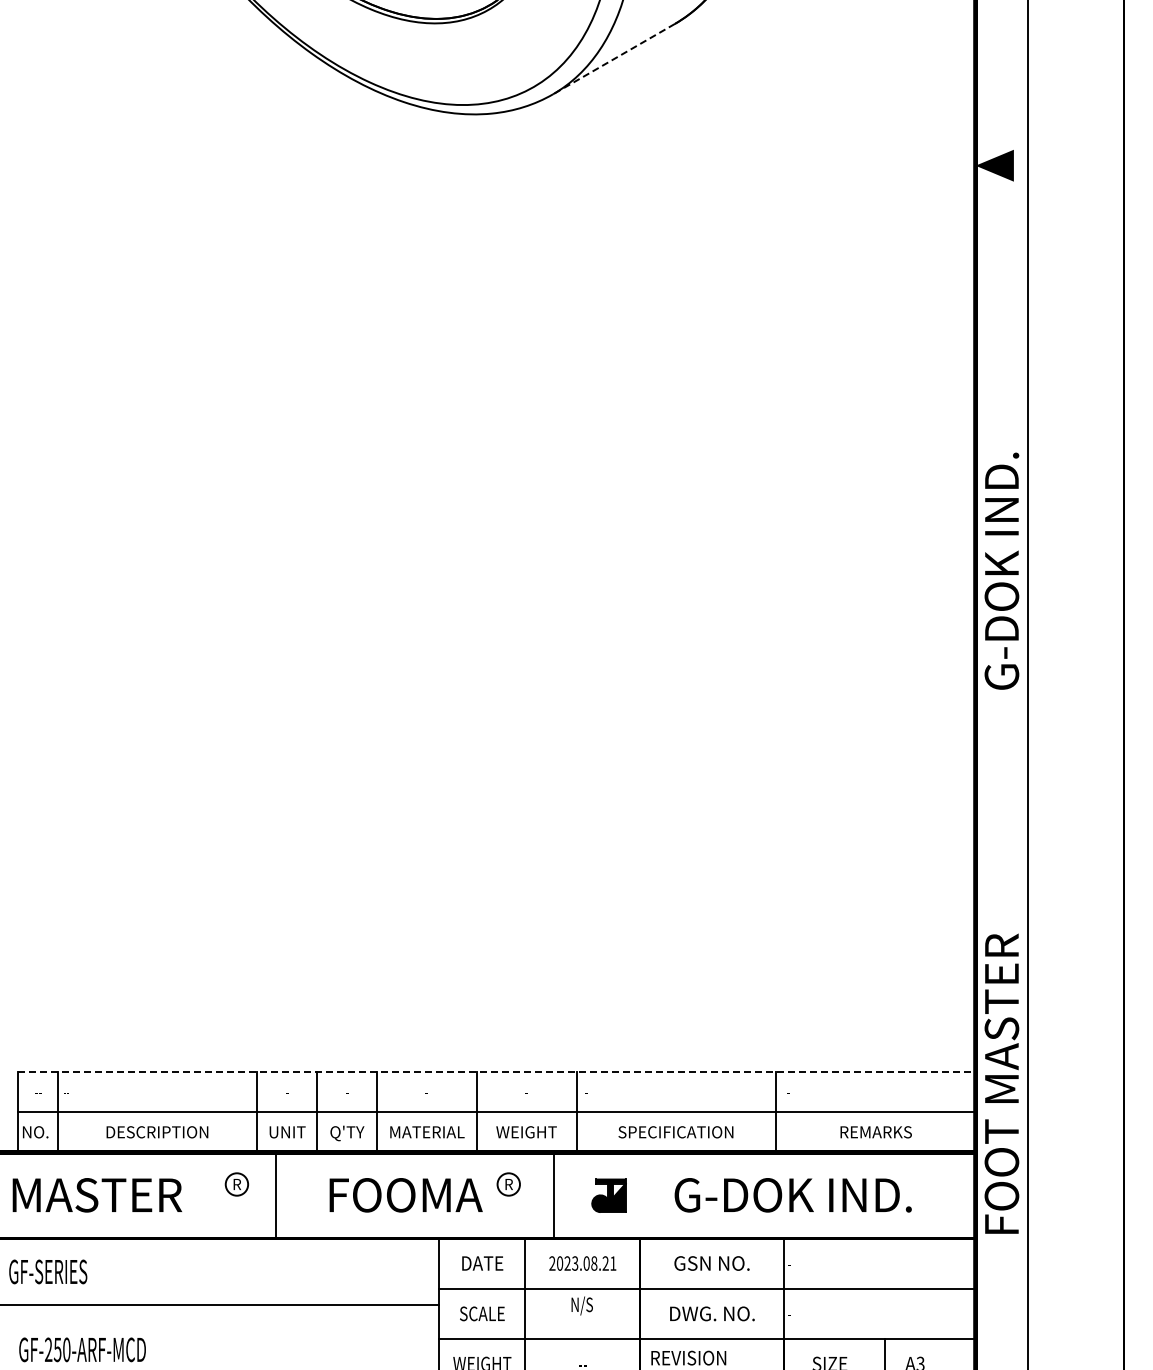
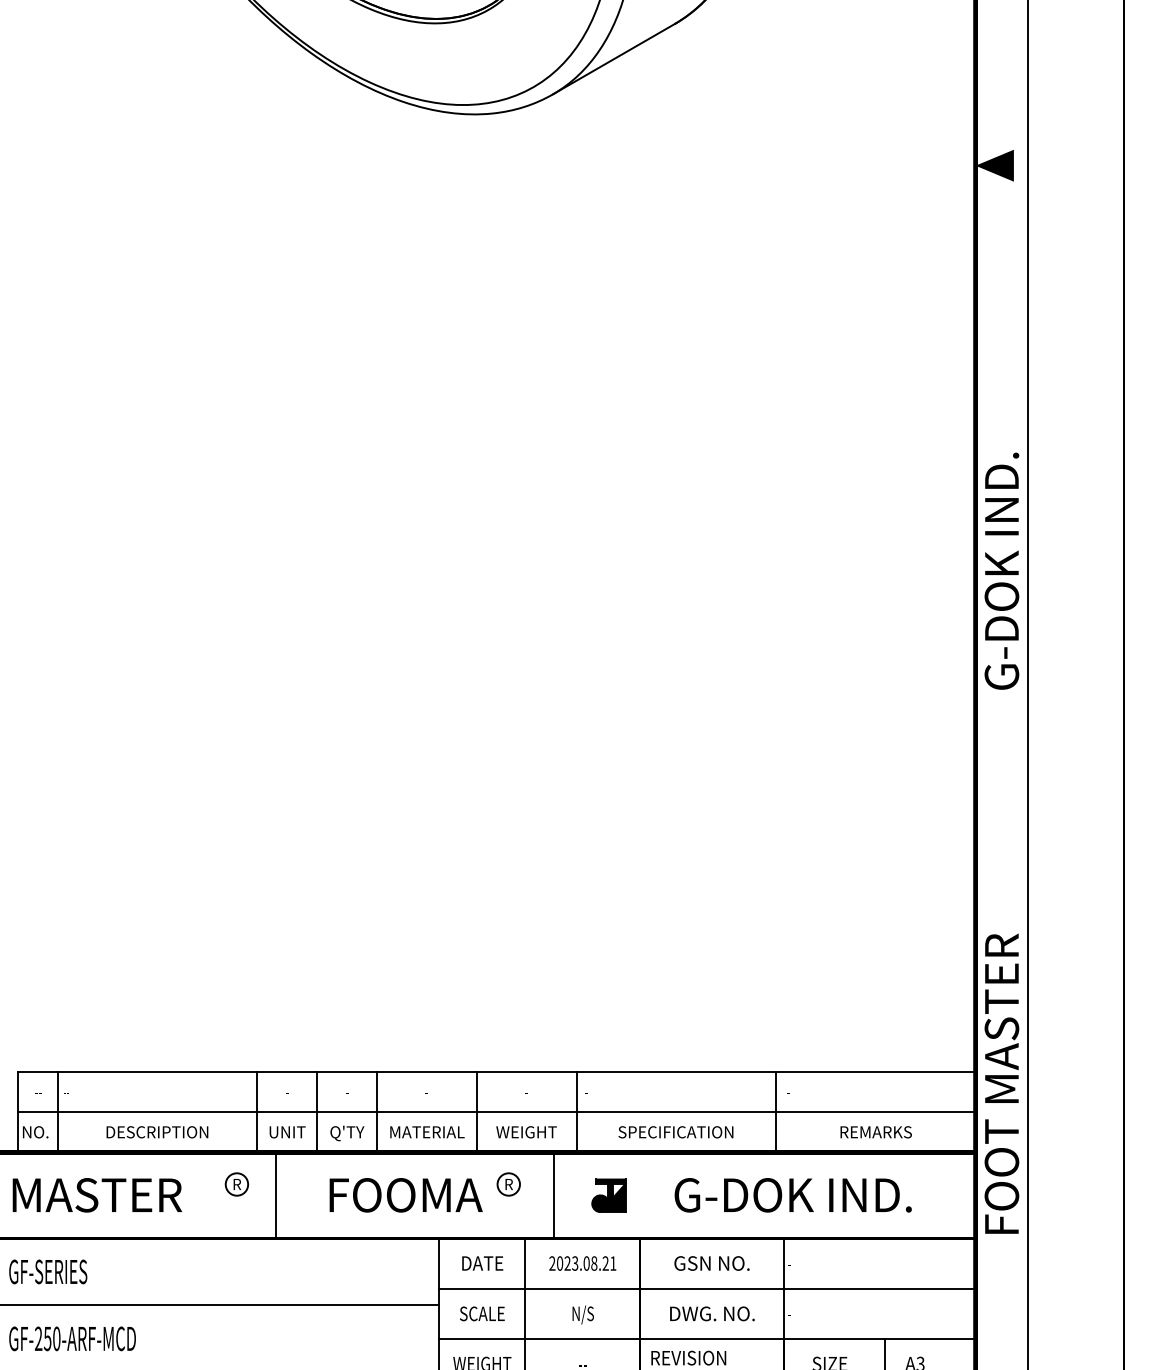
line at (613, 59): dashed -> solid
line at (496, 1072): dashed -> solid
text at (581, 1305) position: (581, 1305) -> (582, 1314)
text at (82, 1349) position: (82, 1349) -> (72, 1338)
